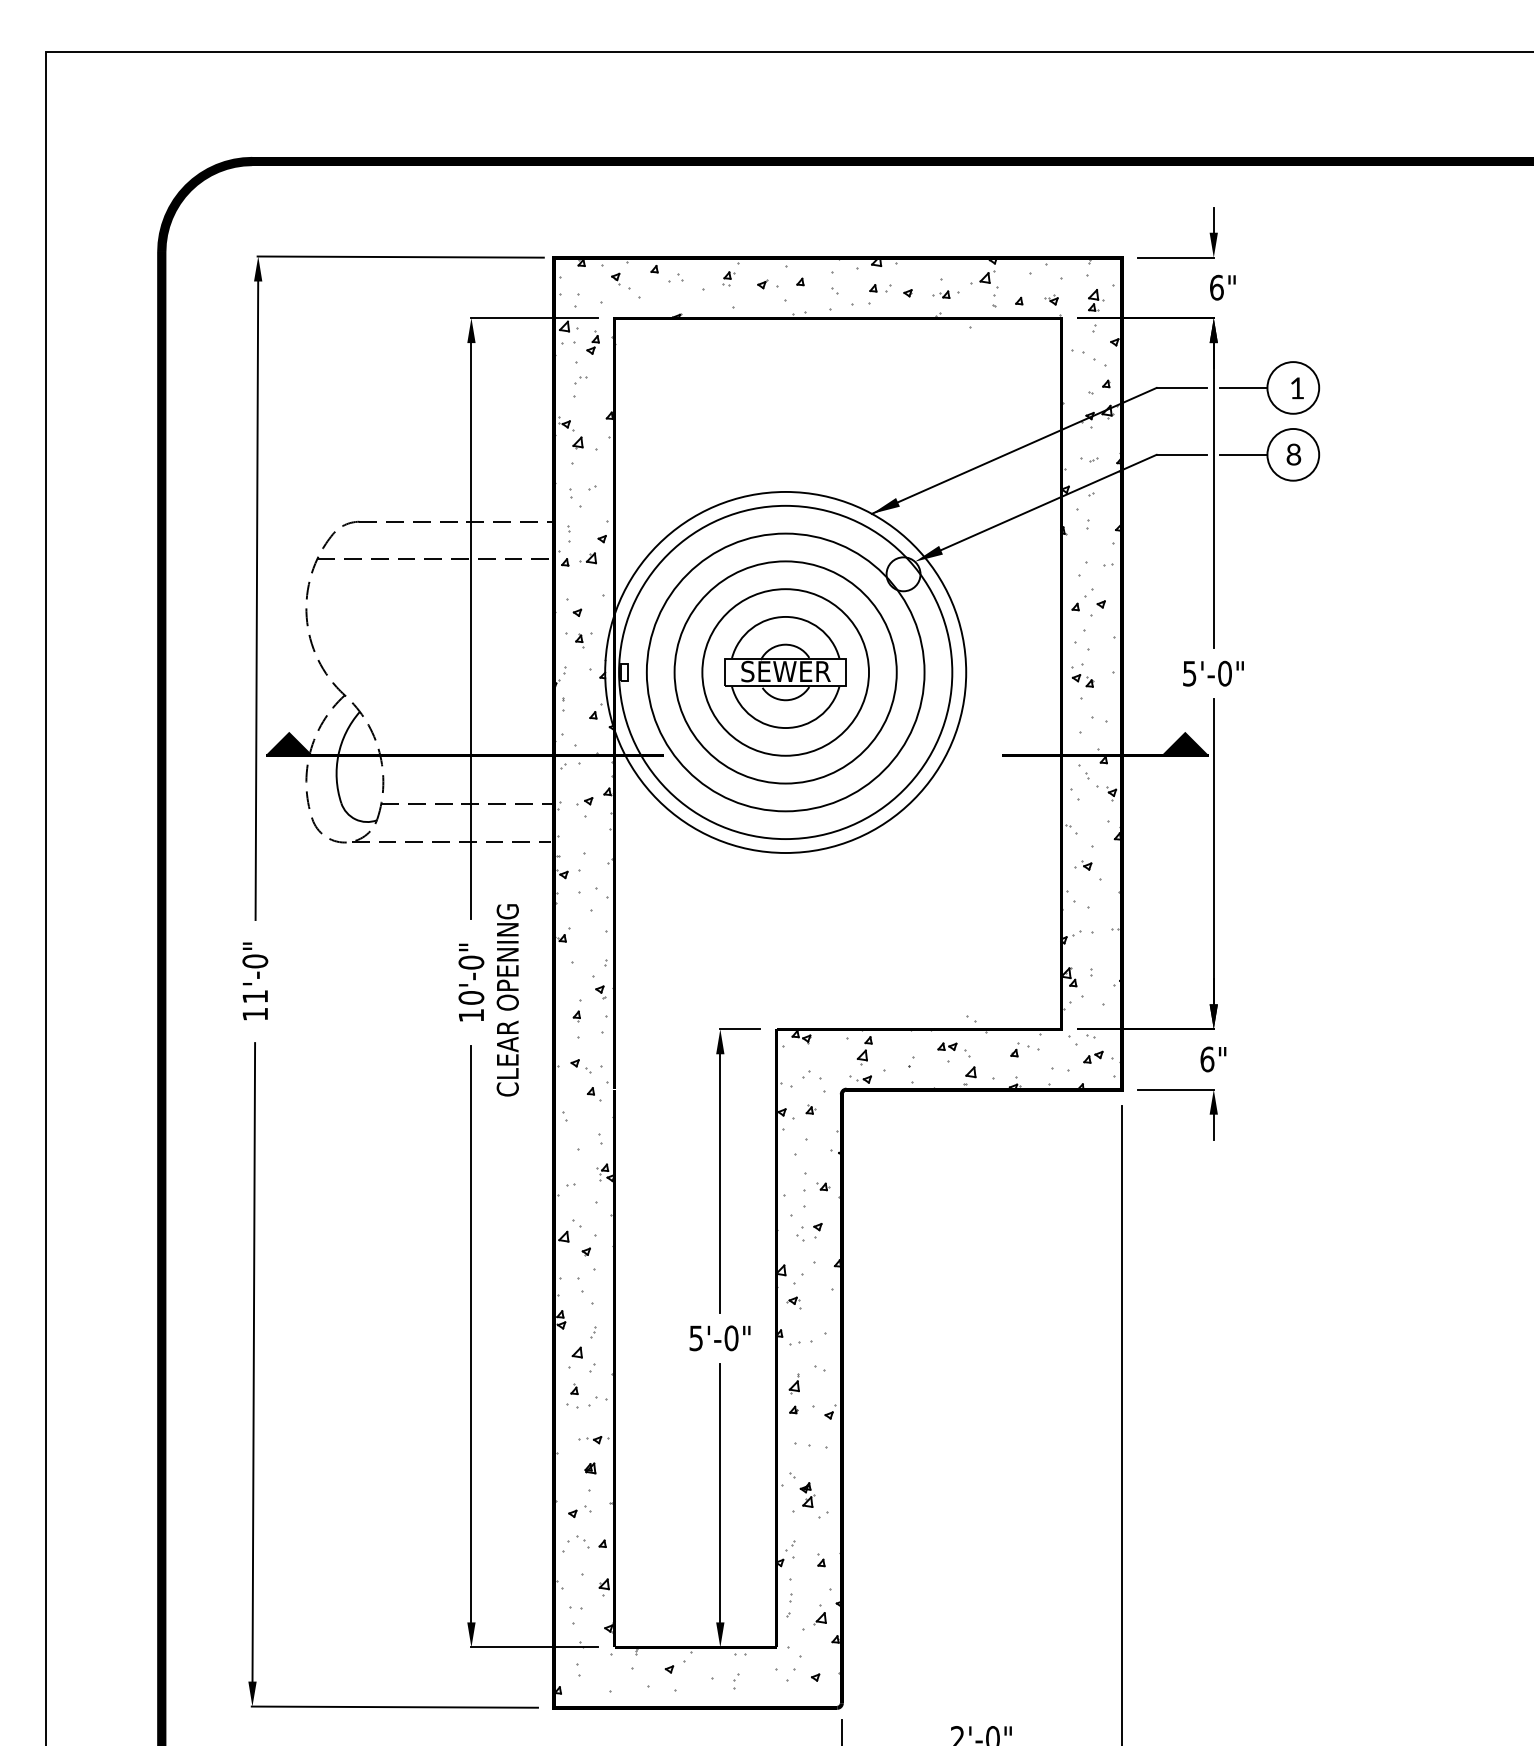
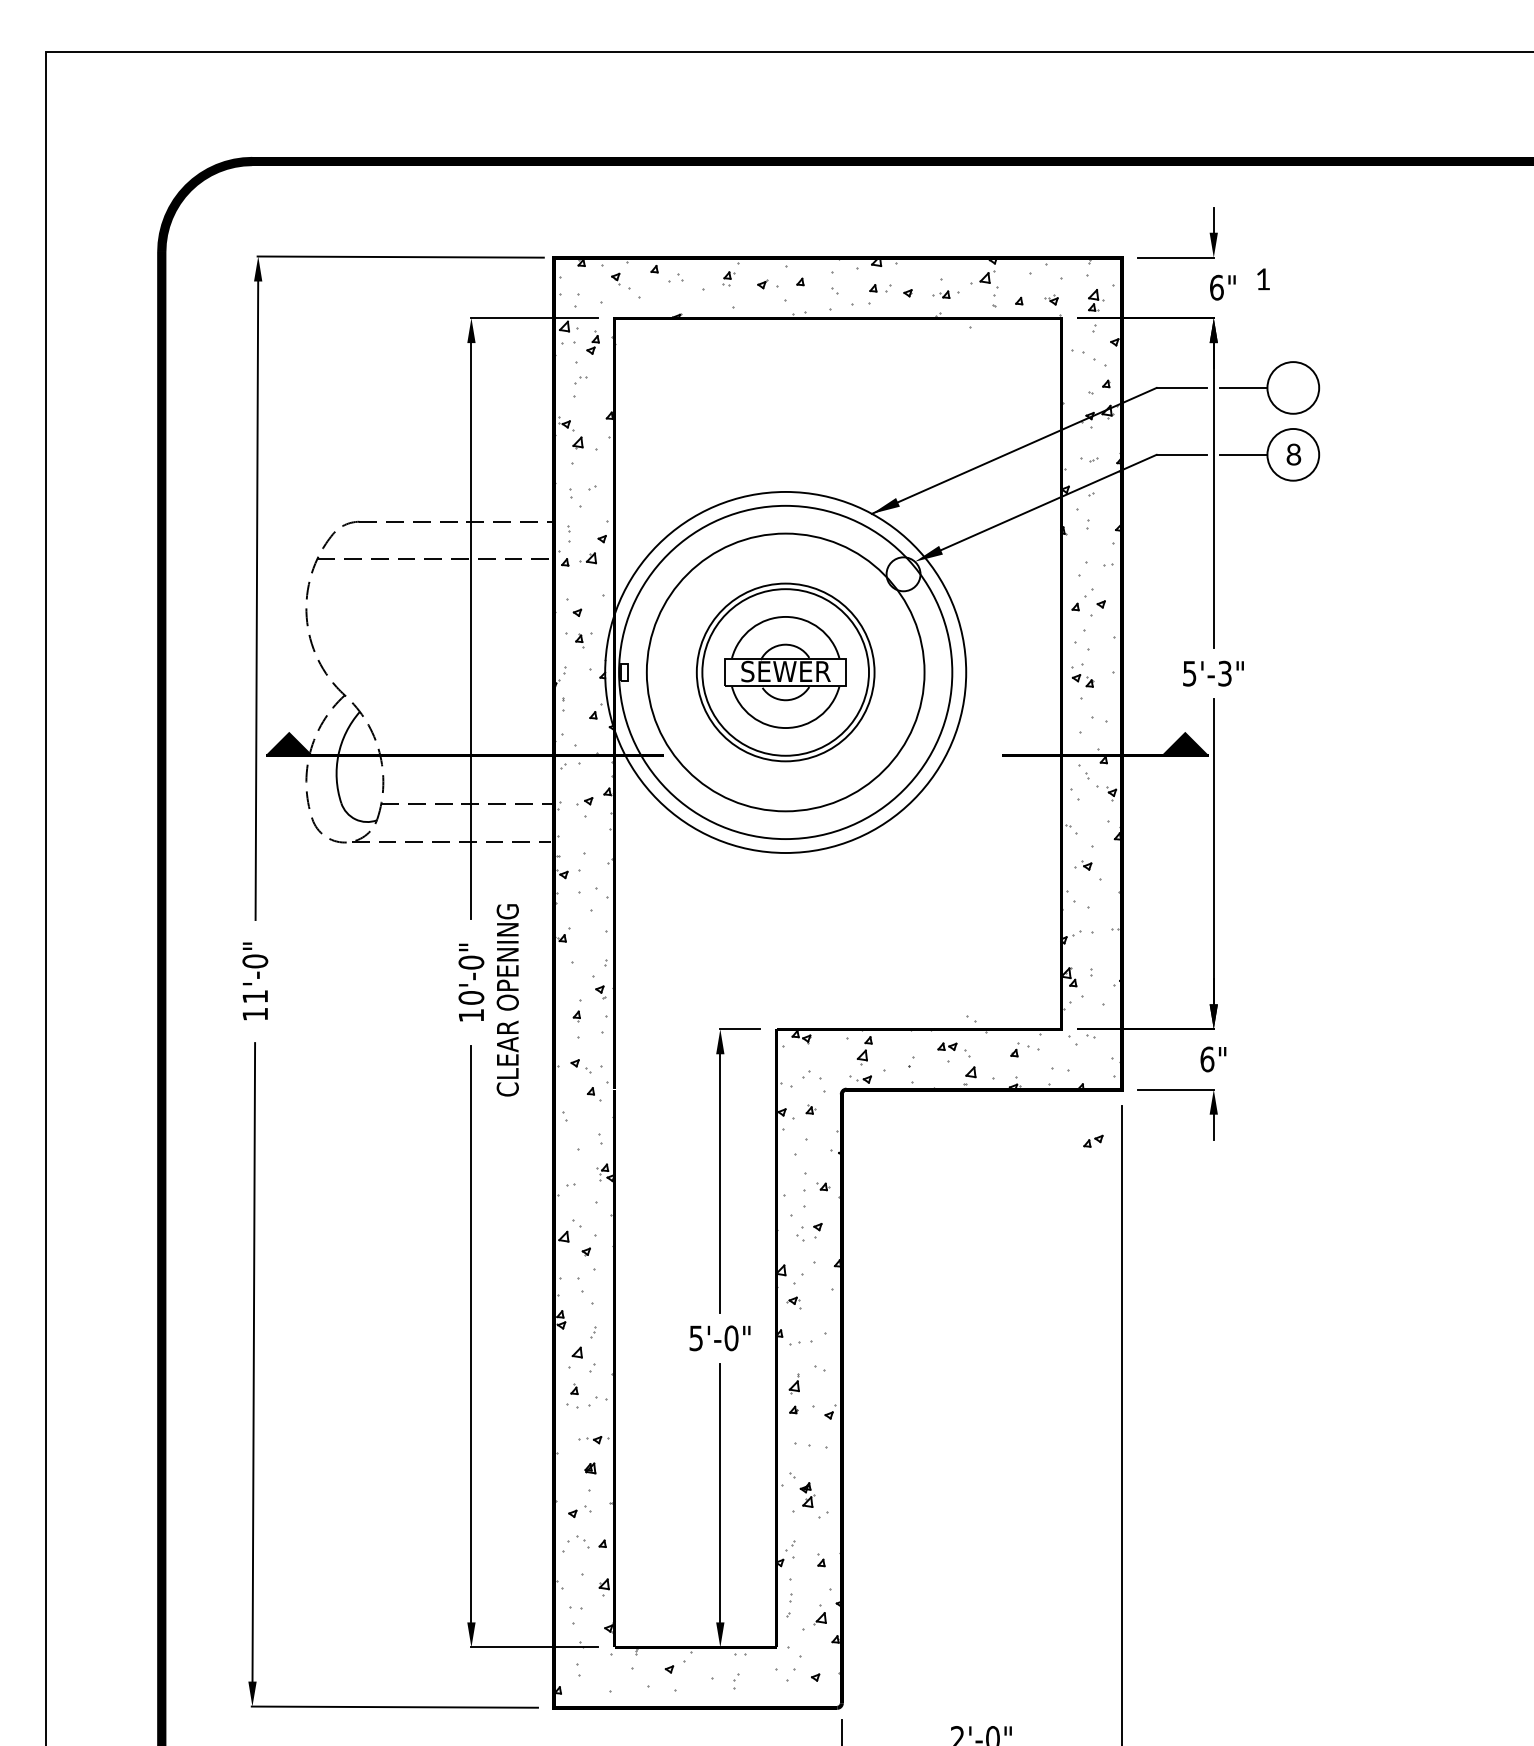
text at (1297, 388) position: (1297, 388) -> (1263, 279)
circle at (785, 672) diameter: 222 px -> 178 px
text at (1224, 673): 5'-0" -> 5'-3"
part at (1093, 1056) position: (1093, 1056) -> (1093, 1140)
